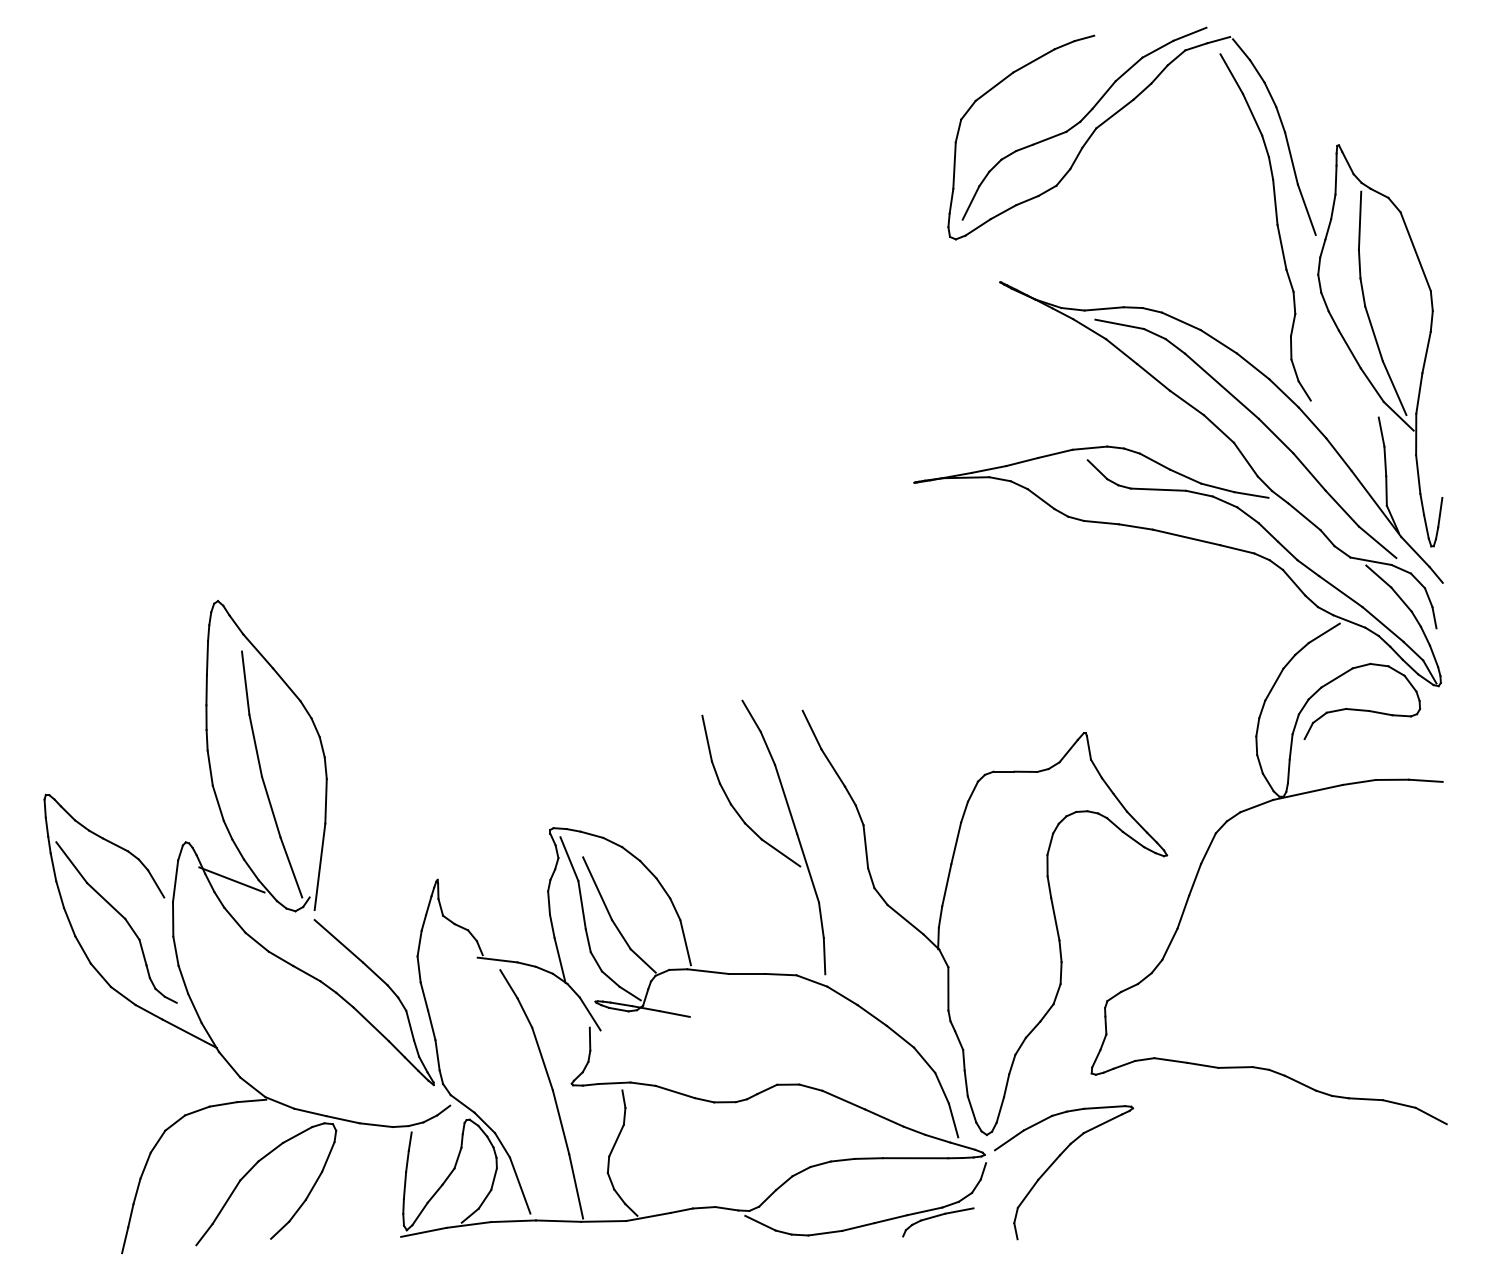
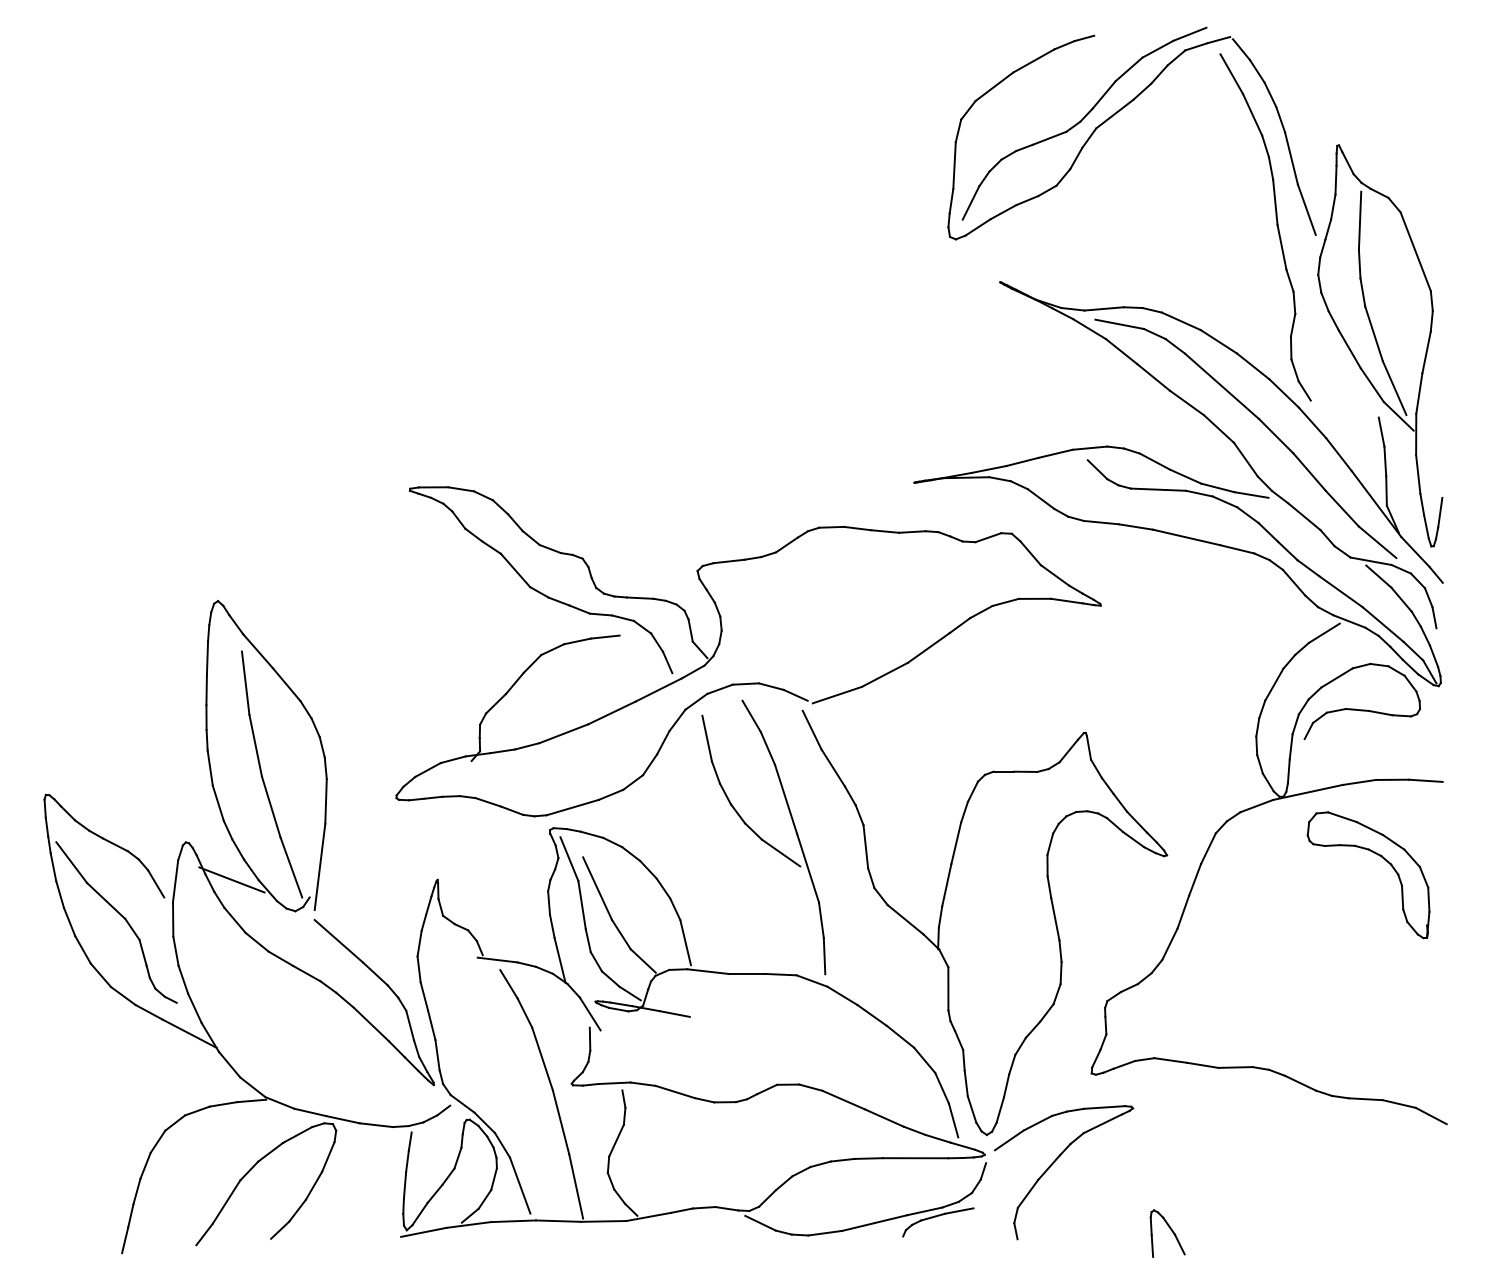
part at (720, 644): none -> present
part at (1377, 855): none -> present
part at (1167, 1233): none -> present
